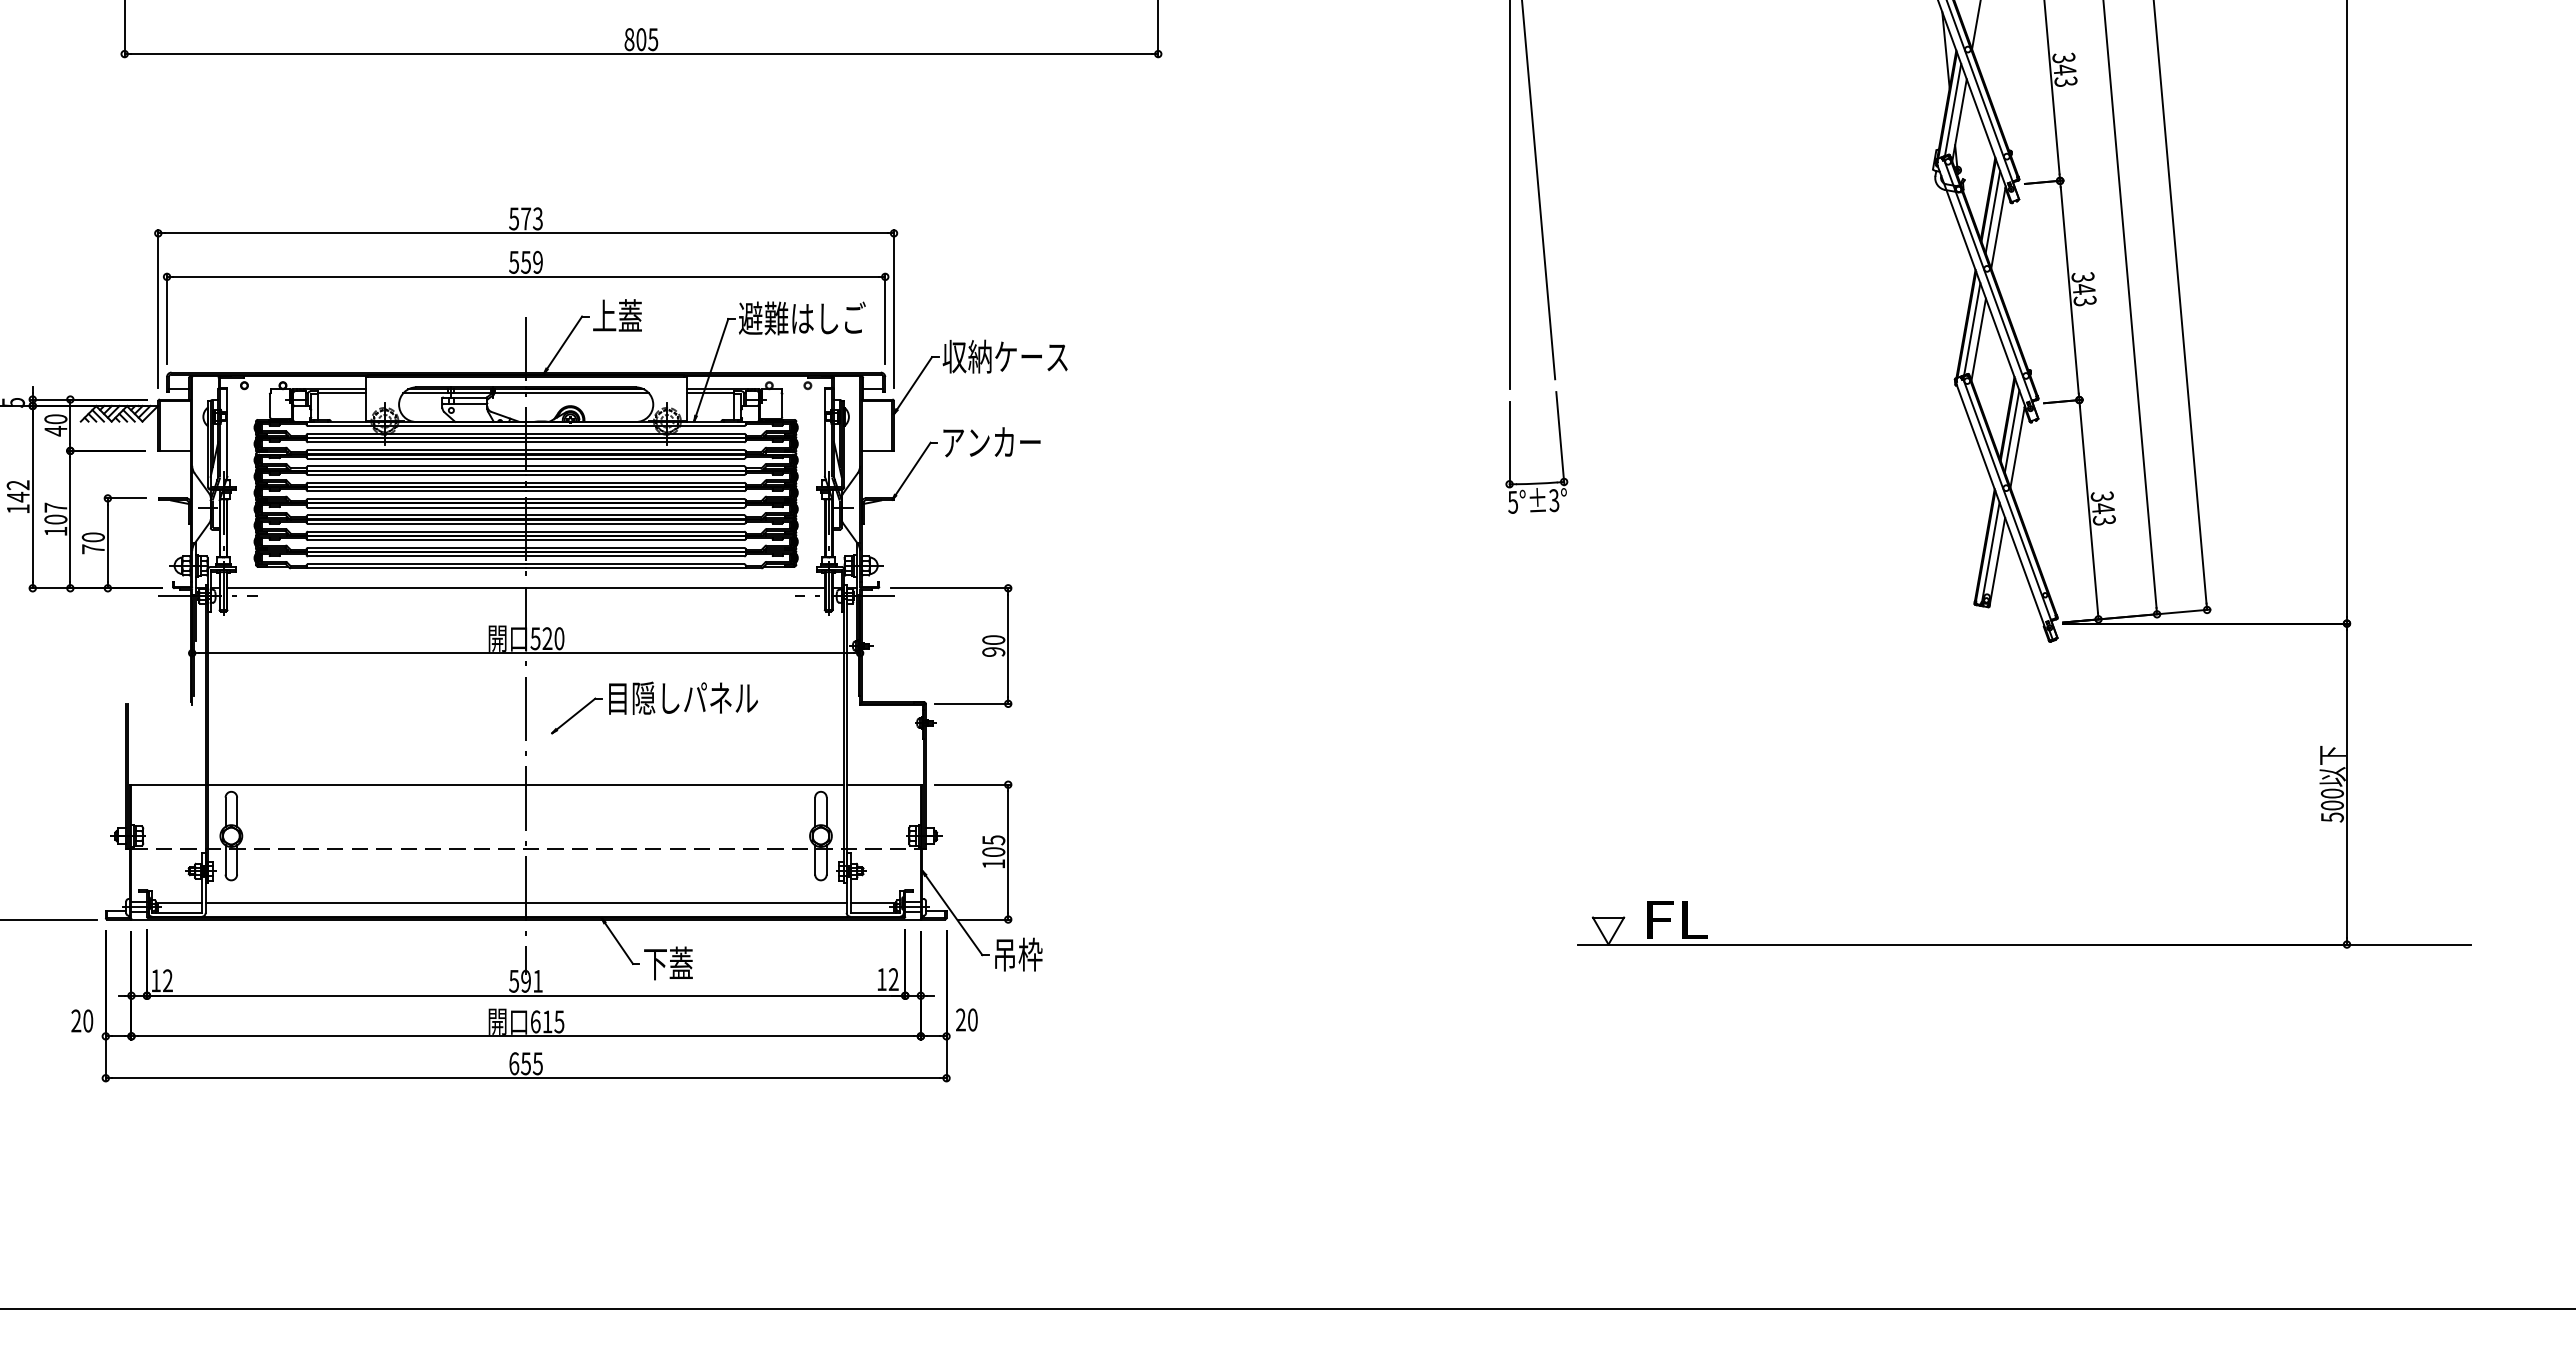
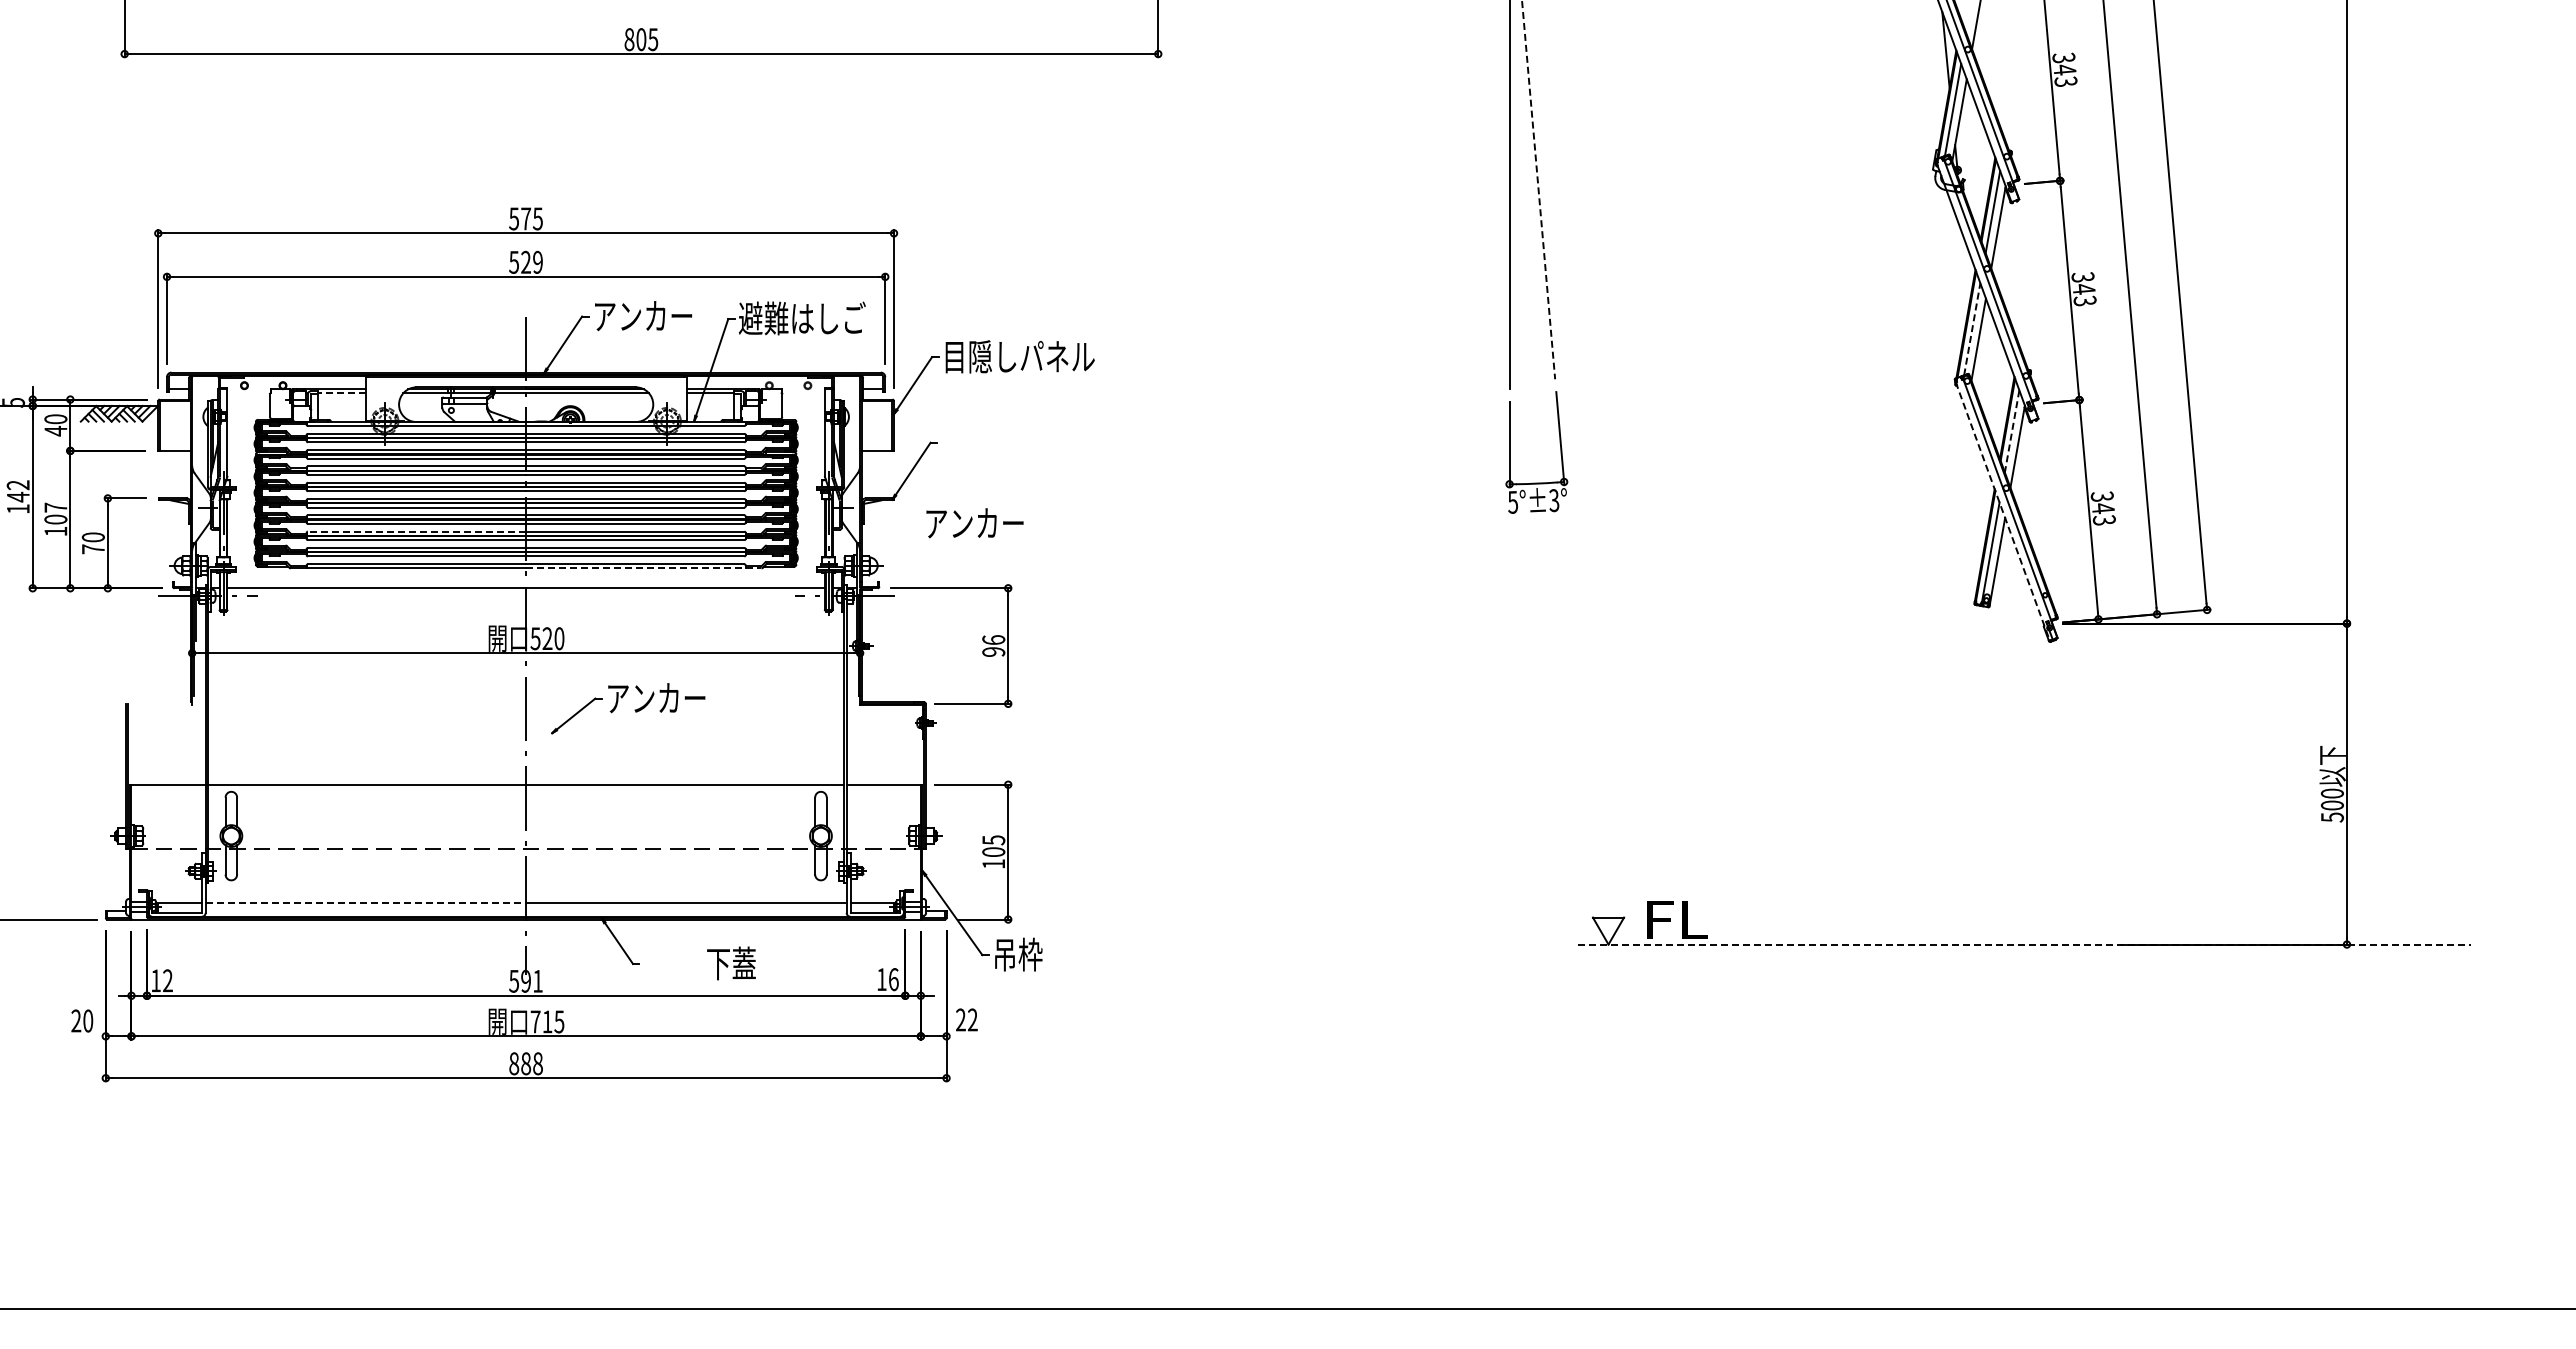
line at (1538, 190): solid -> dashed
text at (537, 218): 573 -> 575
text at (525, 261): 559 -> 529
text at (642, 315): 上蓋 -> アンカー
line at (1972, 329): solid -> dashed
text at (1018, 356): 収納ケース -> 目隠しパネル
line at (341, 393): solid -> dashed
line at (2012, 431): solid -> dashed
text at (991, 442) position: (991, 442) -> (974, 523)
line at (2002, 511): solid -> dashed
line at (416, 531): solid -> dashed
line at (643, 568): solid -> dashed
text at (993, 639): 90 -> 96
text at (683, 697): 目隠しパネル -> アンカー
line at (366, 902): solid -> dashed
line at (2024, 944): solid -> dashed
text at (668, 963) position: (668, 963) -> (731, 963)
text at (893, 979): 12 -> 16
text at (972, 1019): 20 -> 22
text at (535, 1021): 615 -> 715
text at (525, 1063): 655 -> 888
